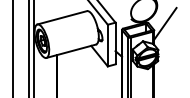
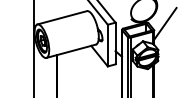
line at (13, 48): present -> none
line at (28, 48): present -> none
